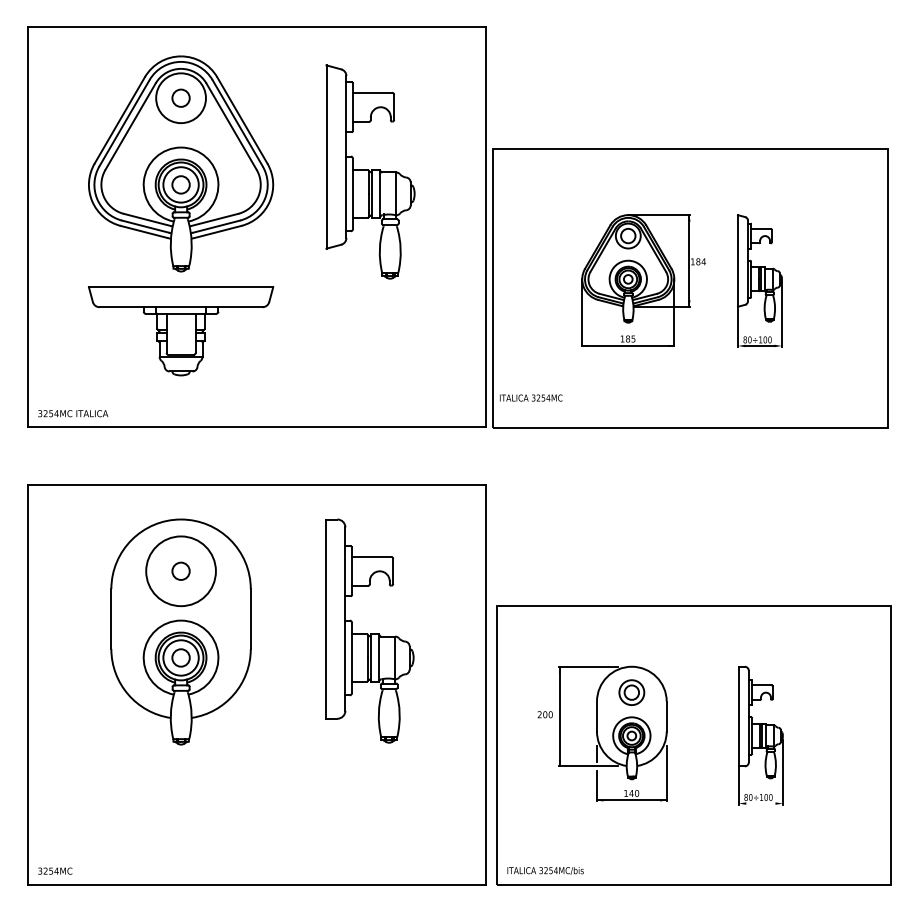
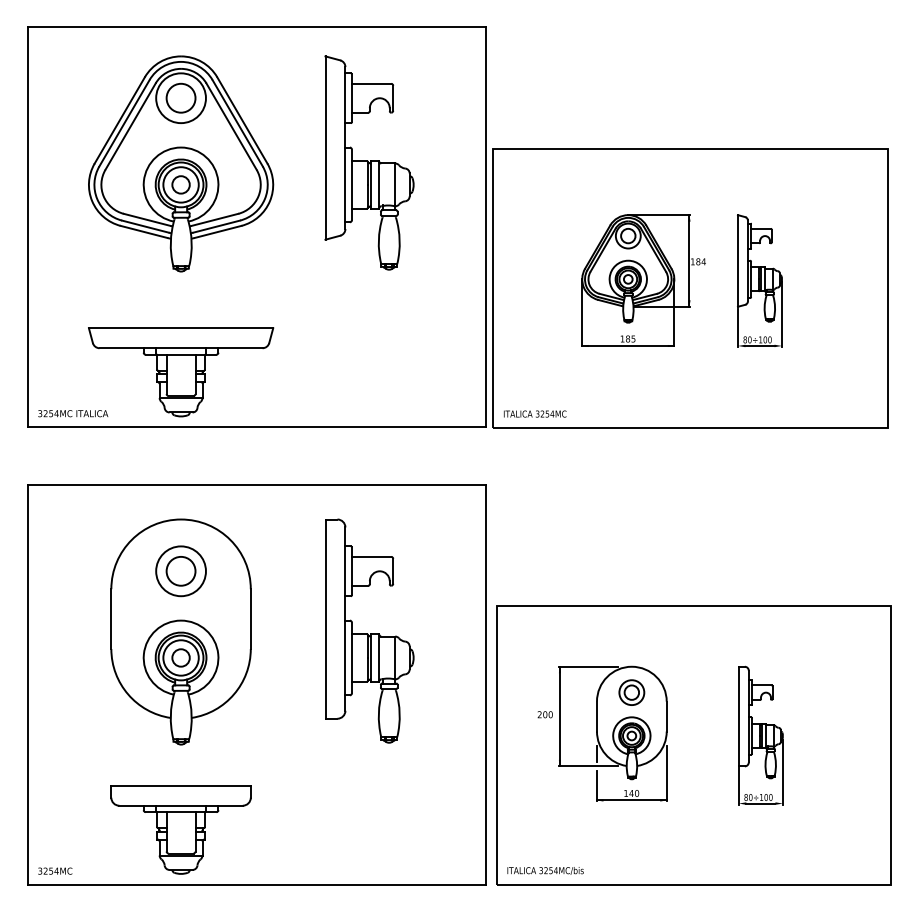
circle at (180, 97) diameter: 17 px -> 29 px
part at (370, 171) position: (370, 171) -> (369, 162)
part at (181, 331) position: (181, 331) -> (181, 372)
text at (531, 397) position: (531, 397) -> (535, 413)
circle at (180, 570) diameter: 17 px -> 29 px
circle at (180, 571) diameter: 70 px -> 50 px
line at (760, 803): none -> present
part at (180, 829): none -> present
